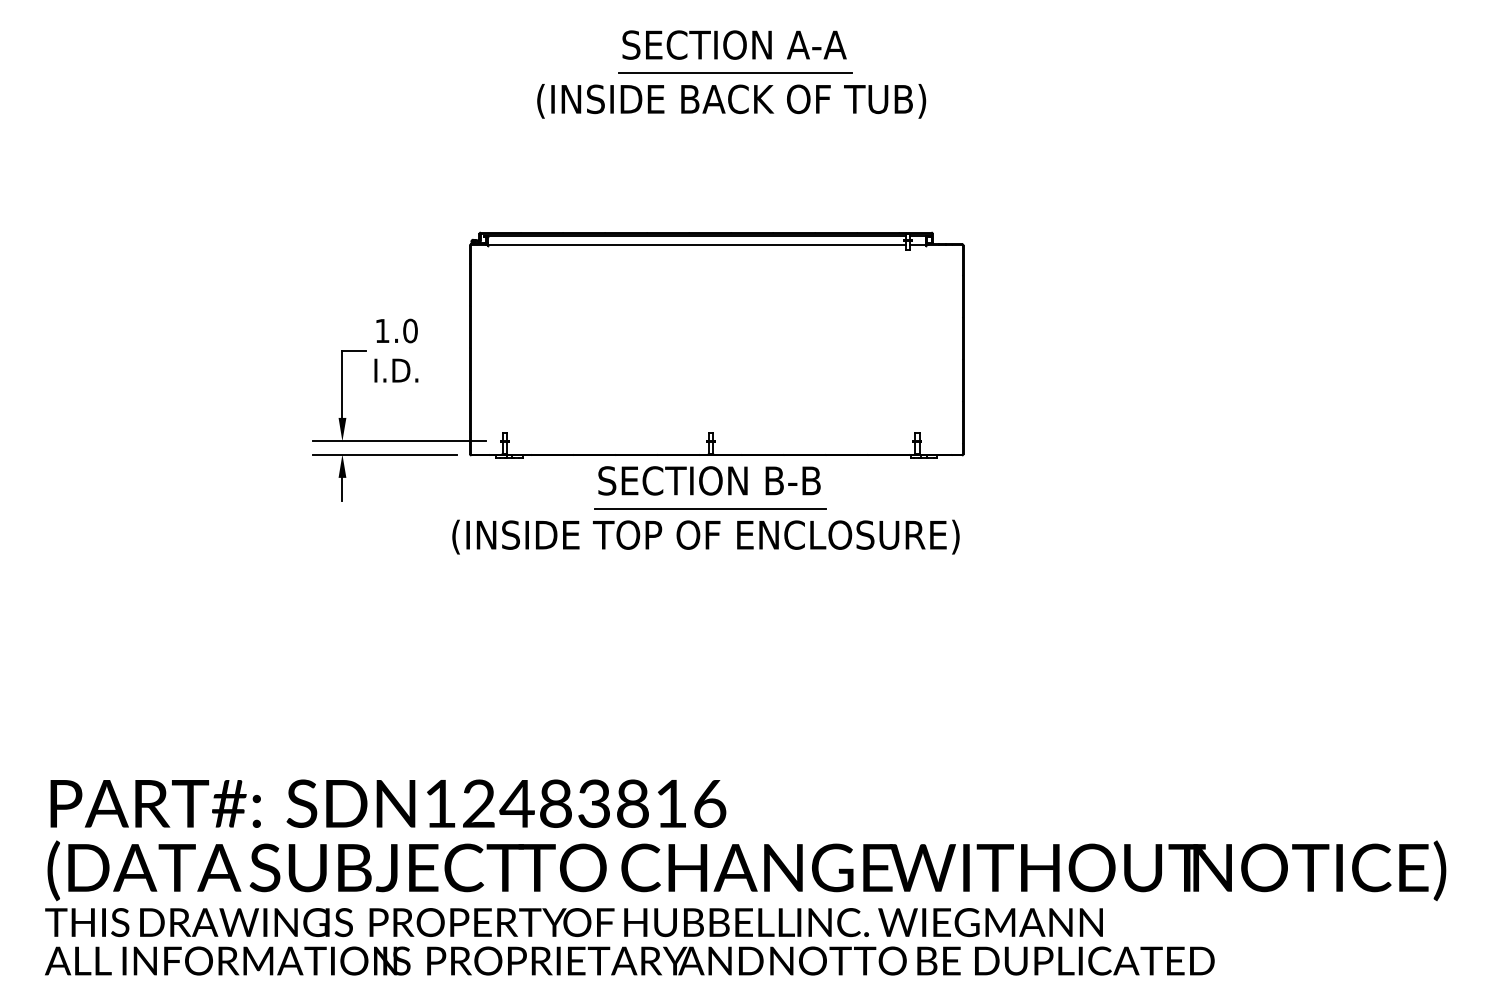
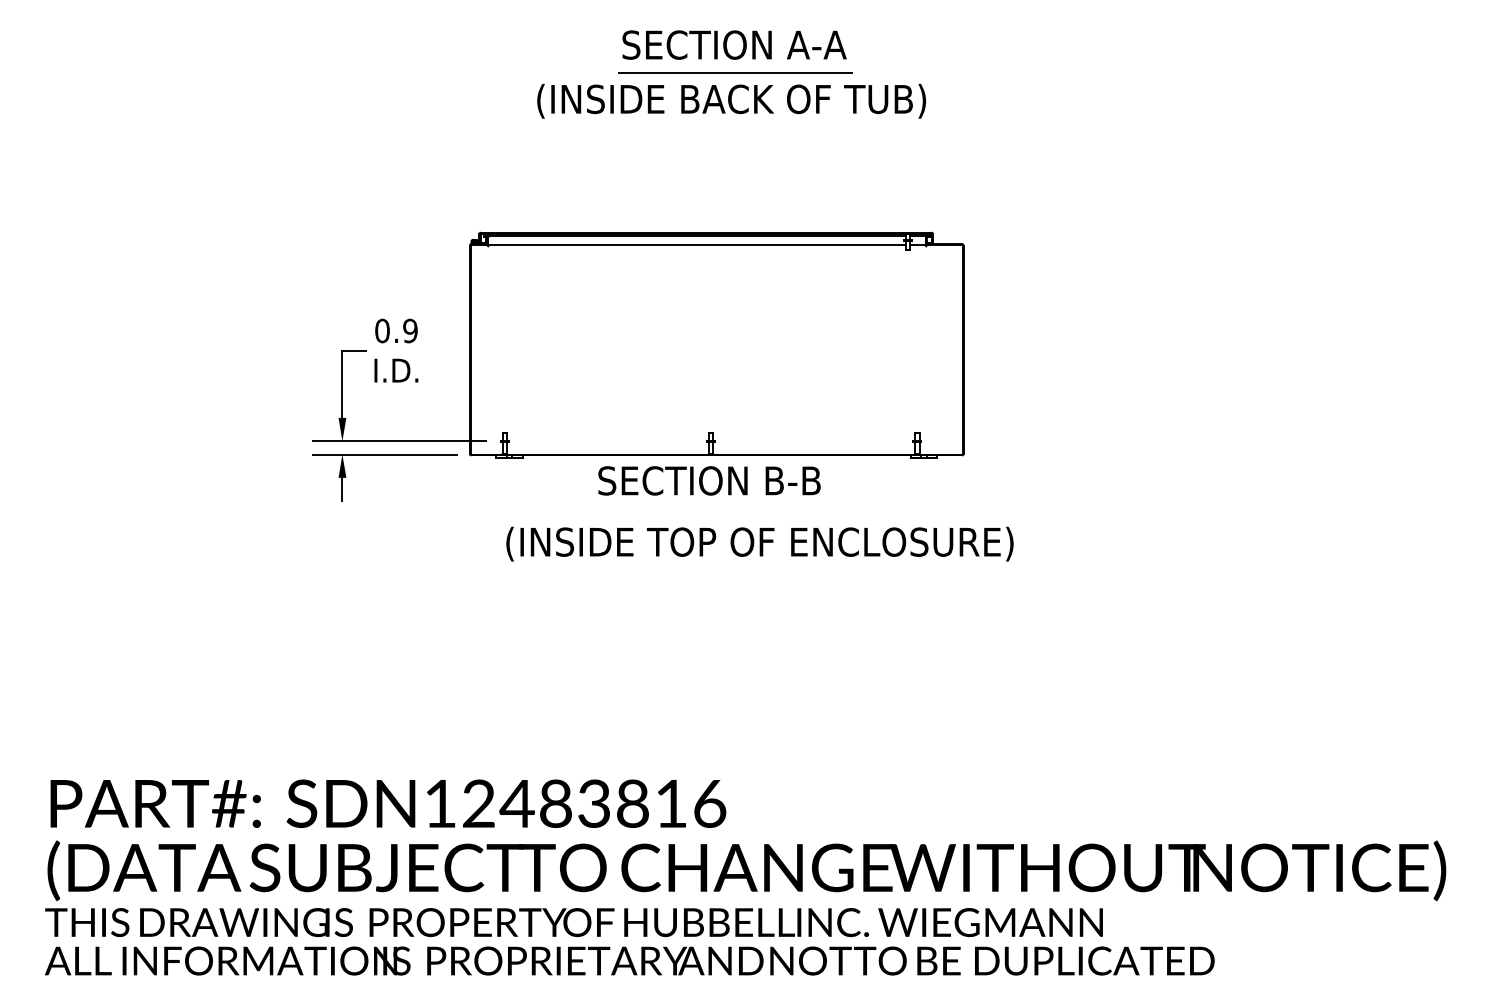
text at (396, 330): 1.0 -> 0.9
line at (710, 509): present -> none
text at (705, 536) position: (705, 536) -> (759, 543)
